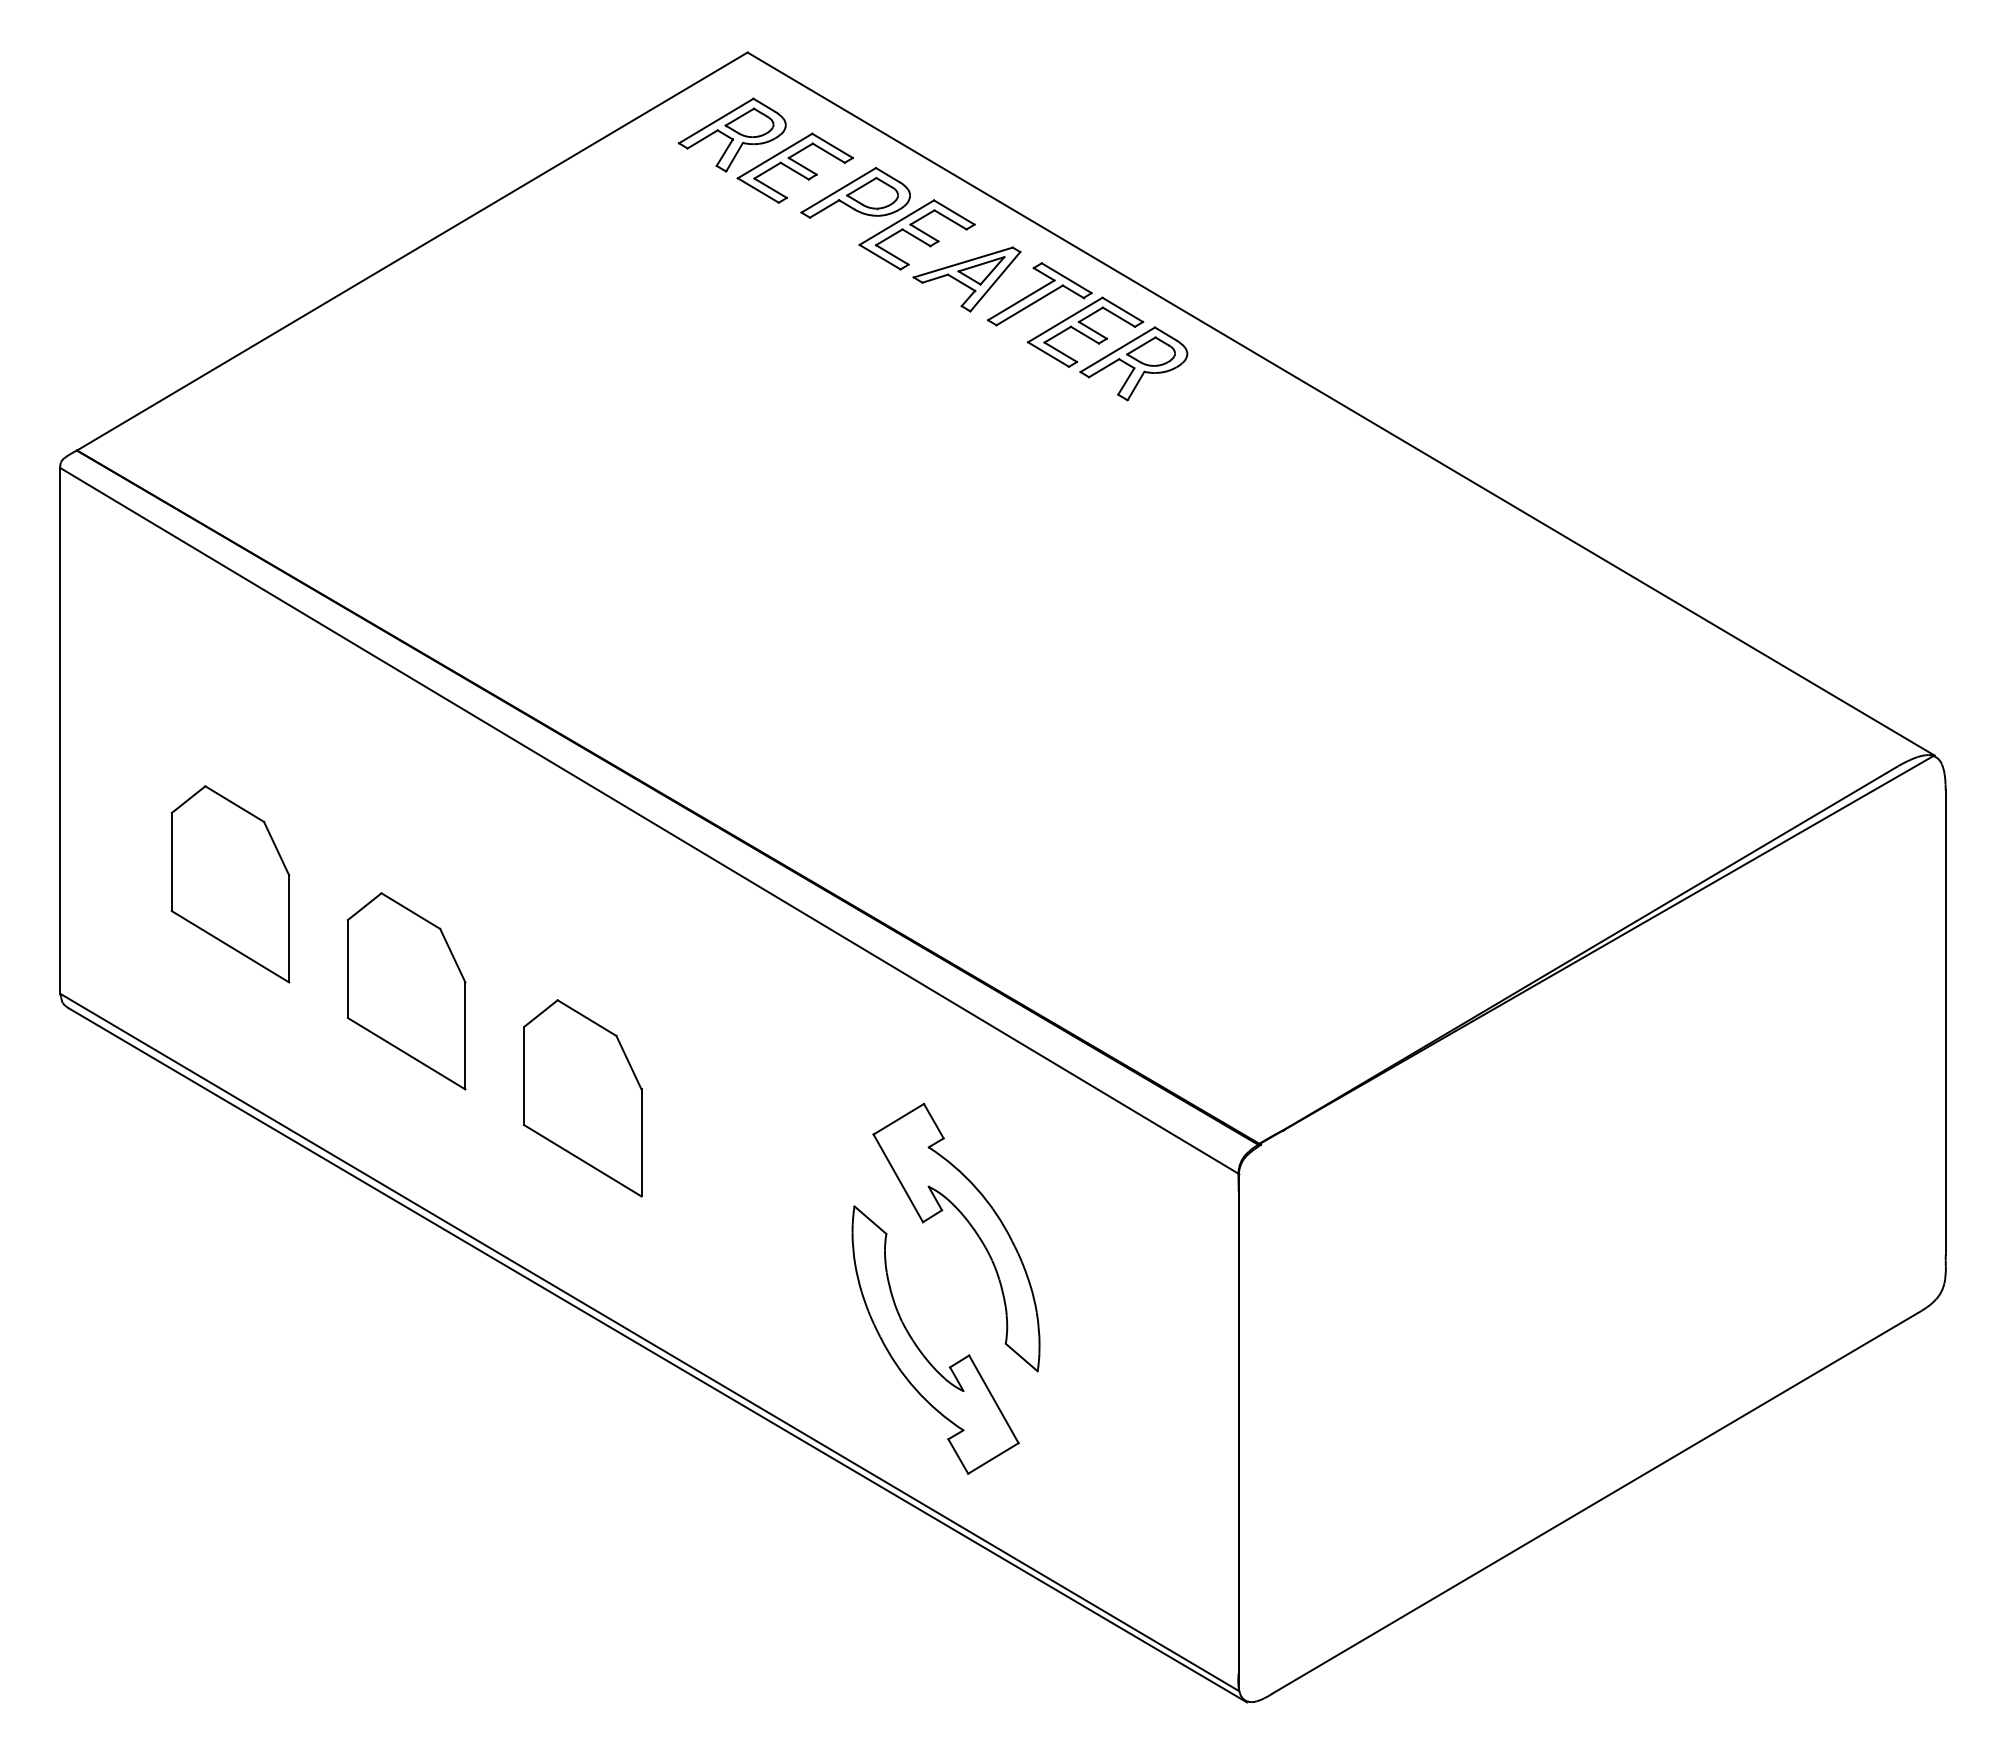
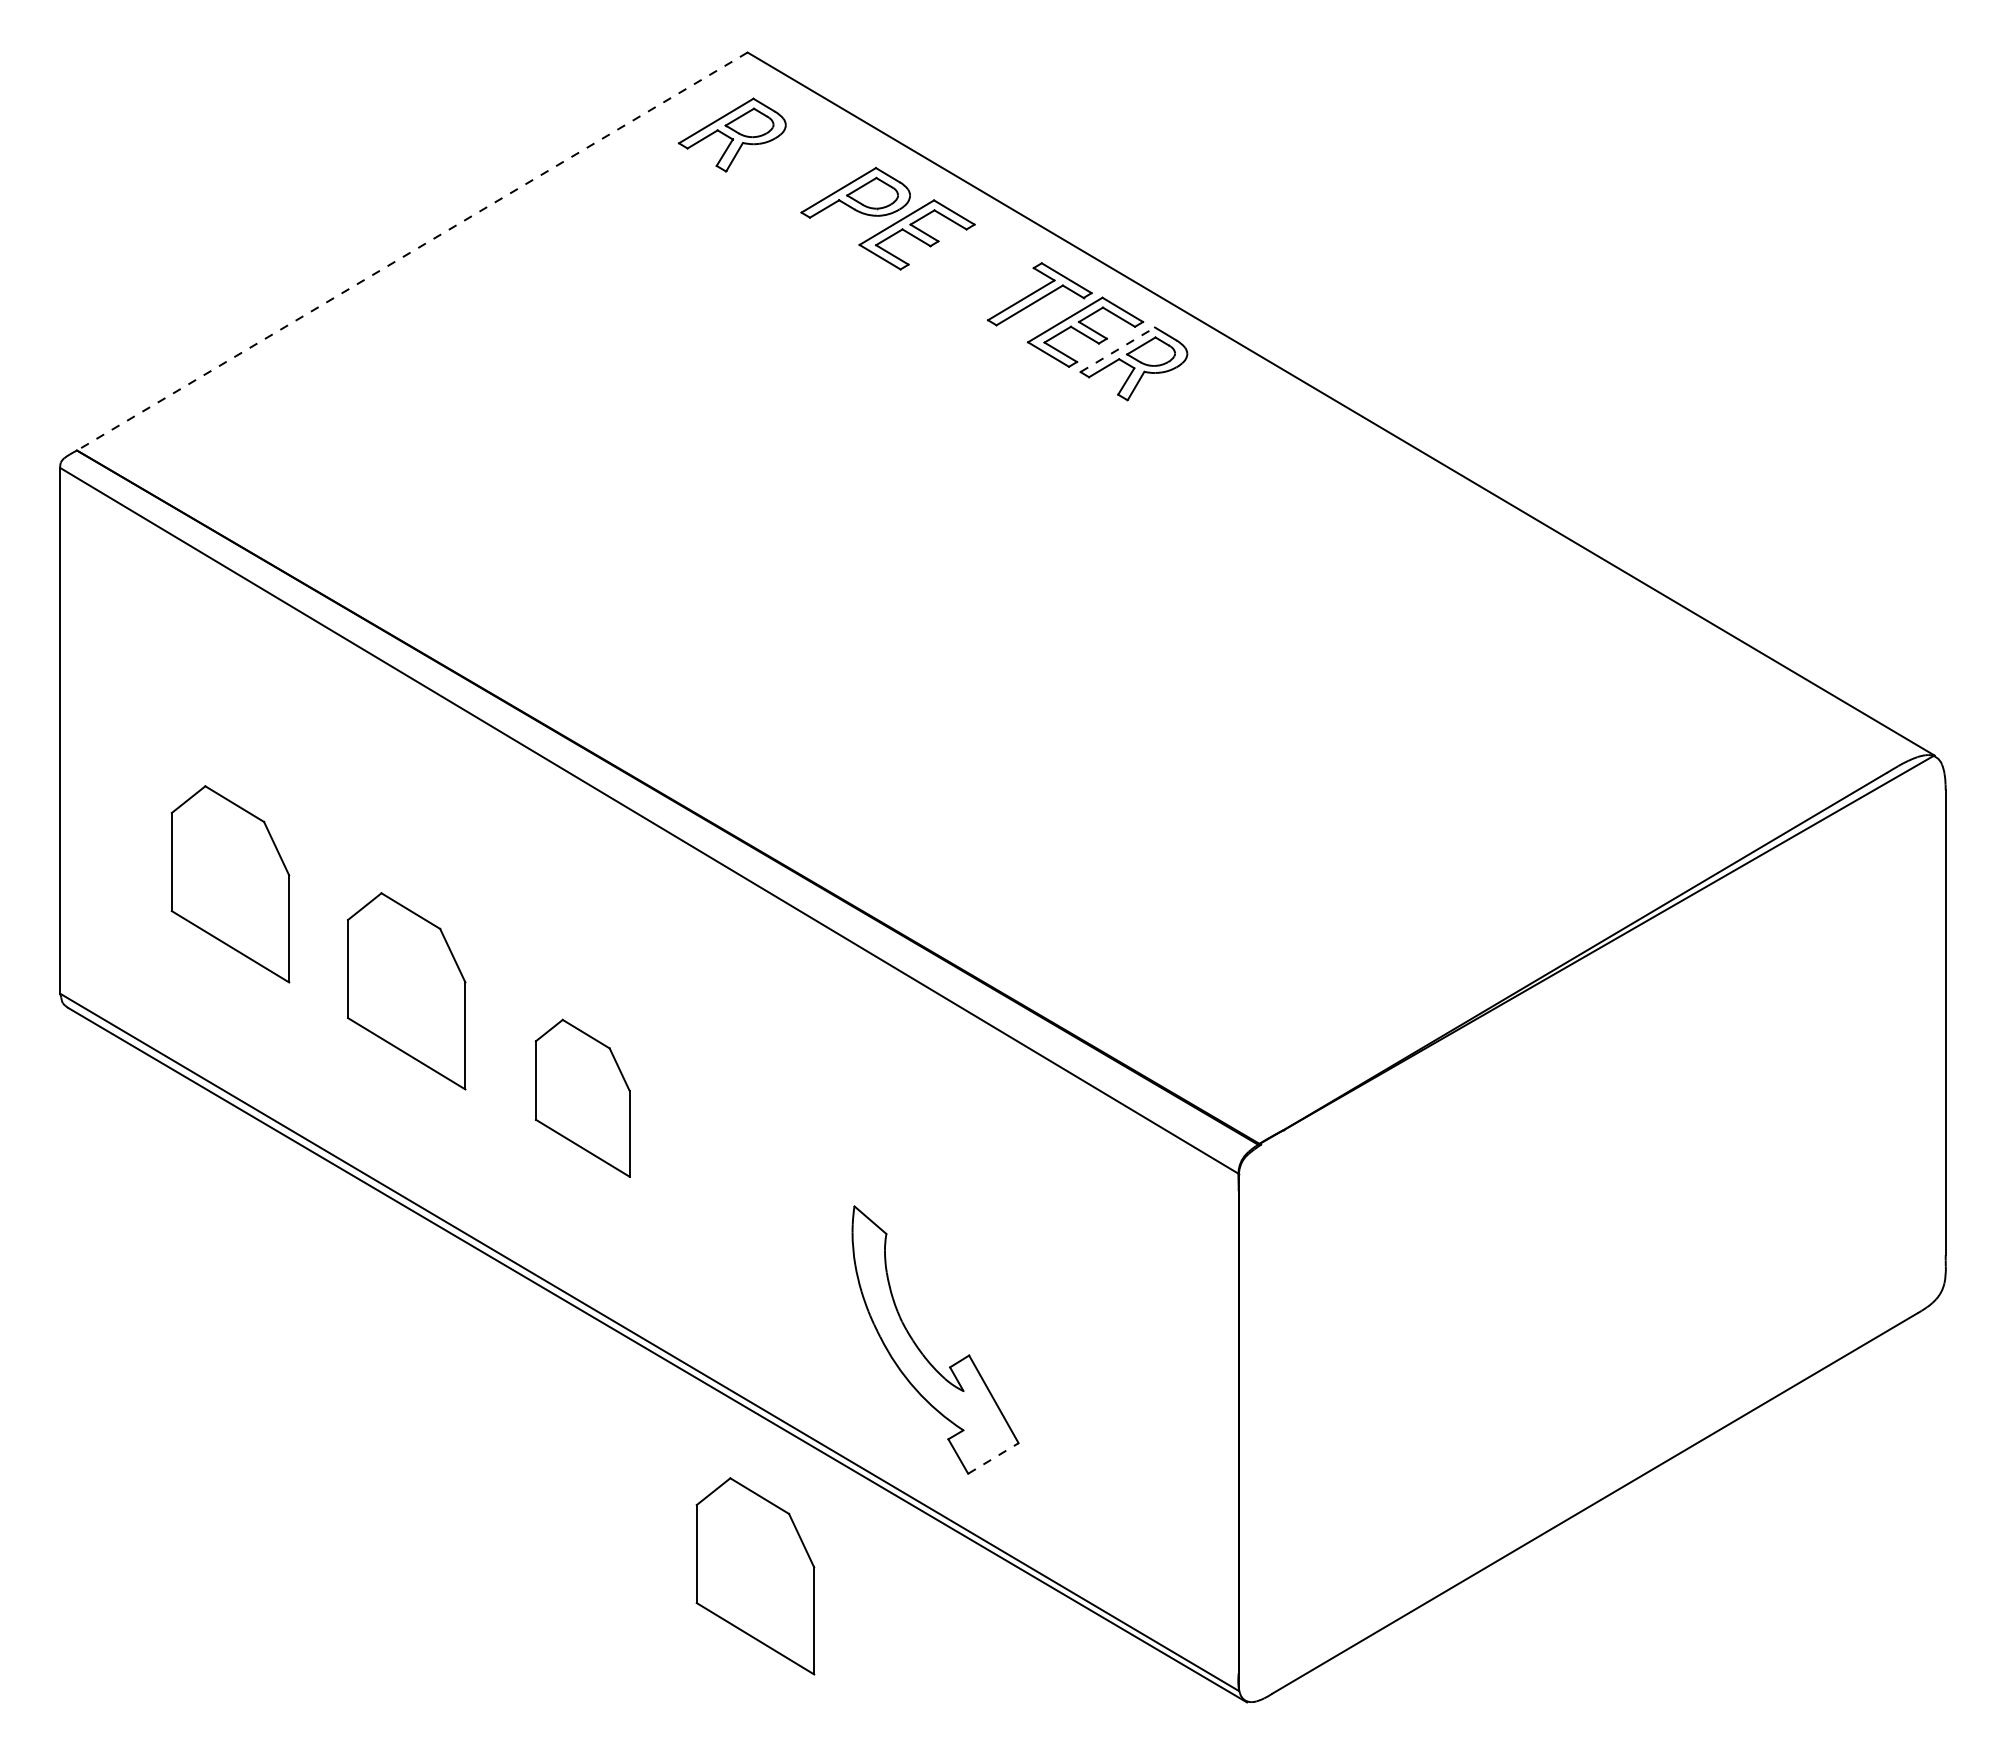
part at (794, 167): present -> none
line at (412, 251): solid -> dashed
part at (966, 279): present -> none
line at (1118, 349): solid -> dashed
part at (582, 1098) size: 120x199 px -> 97x160 px
part at (970, 1226): present -> none
line at (993, 1458): solid -> dashed
part at (755, 1576): none -> present
